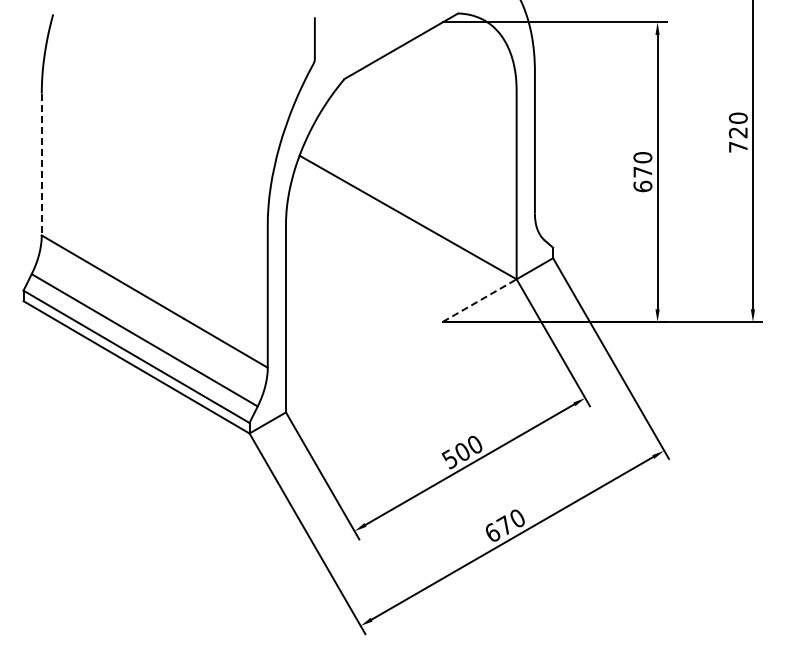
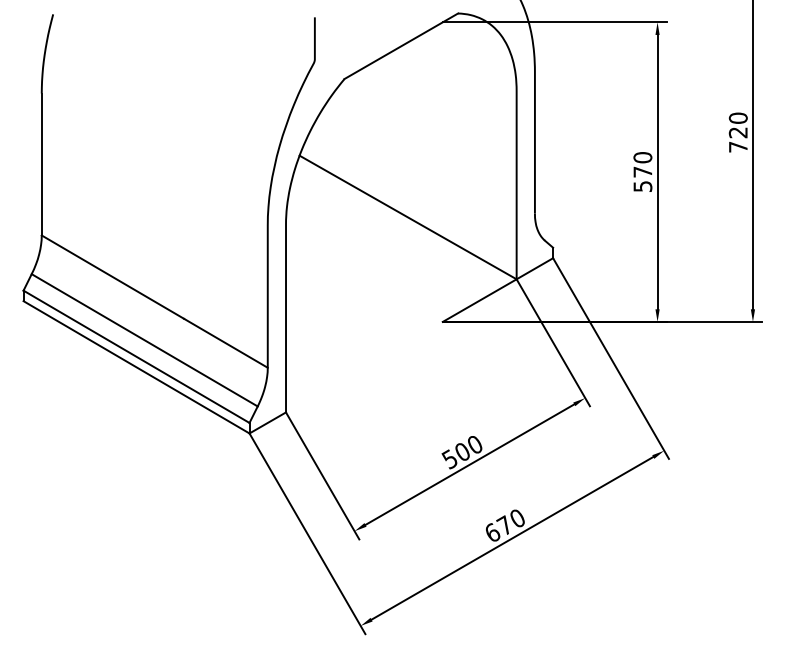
line at (41, 164): dashed -> solid
text at (642, 186): 670 -> 570
line at (479, 300): dashed -> solid
